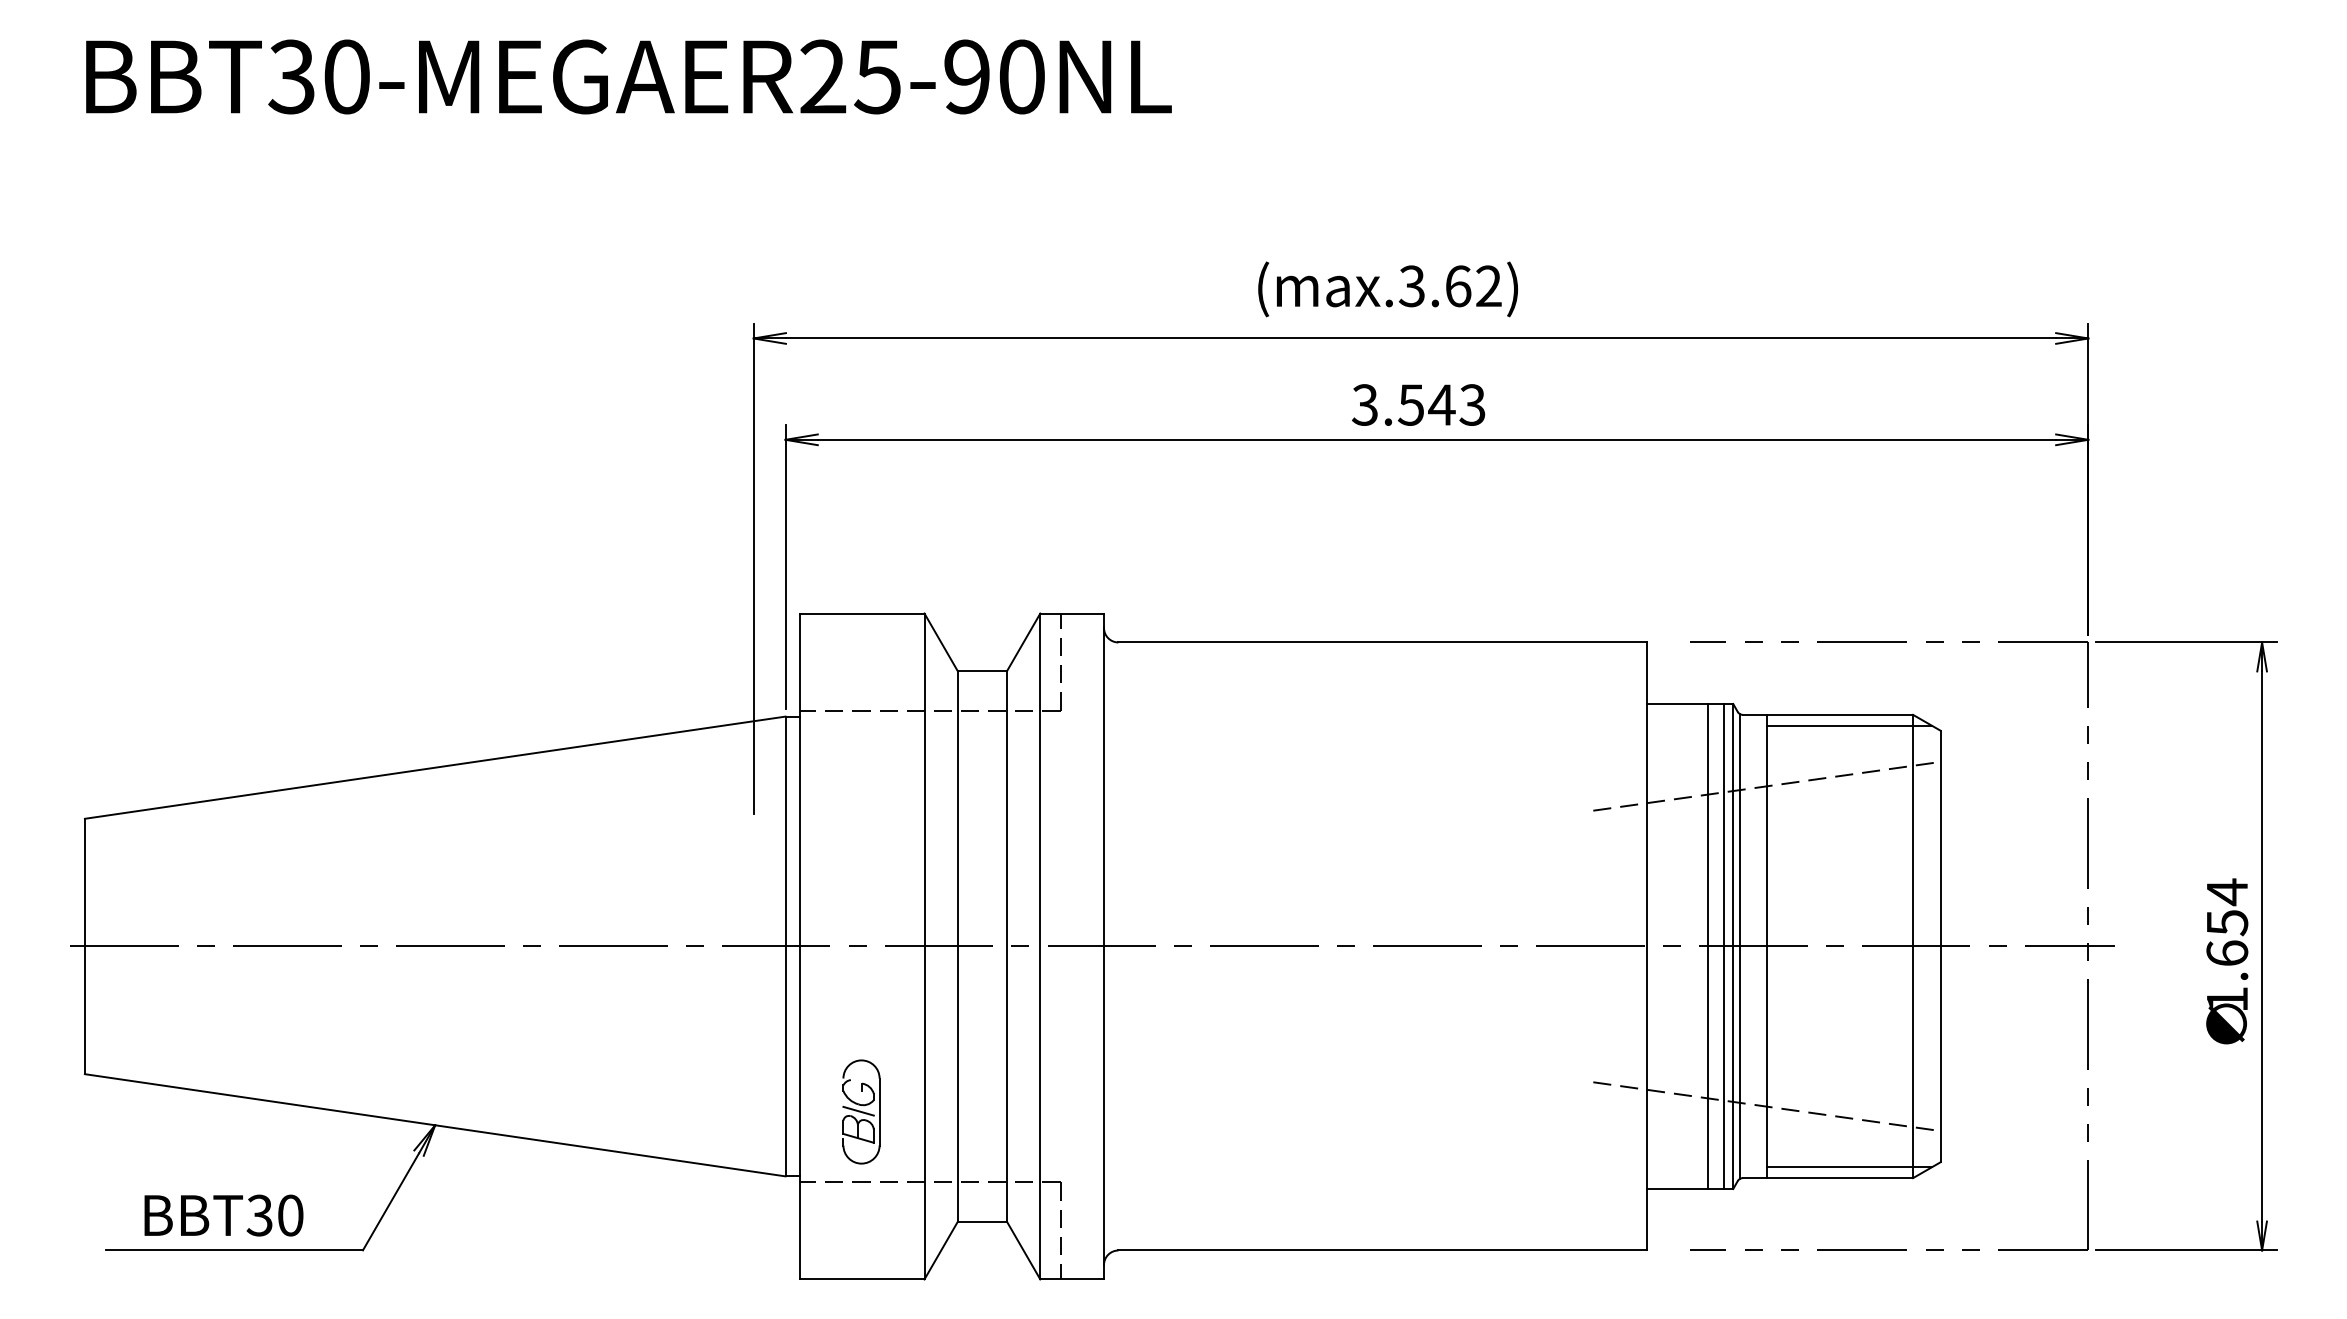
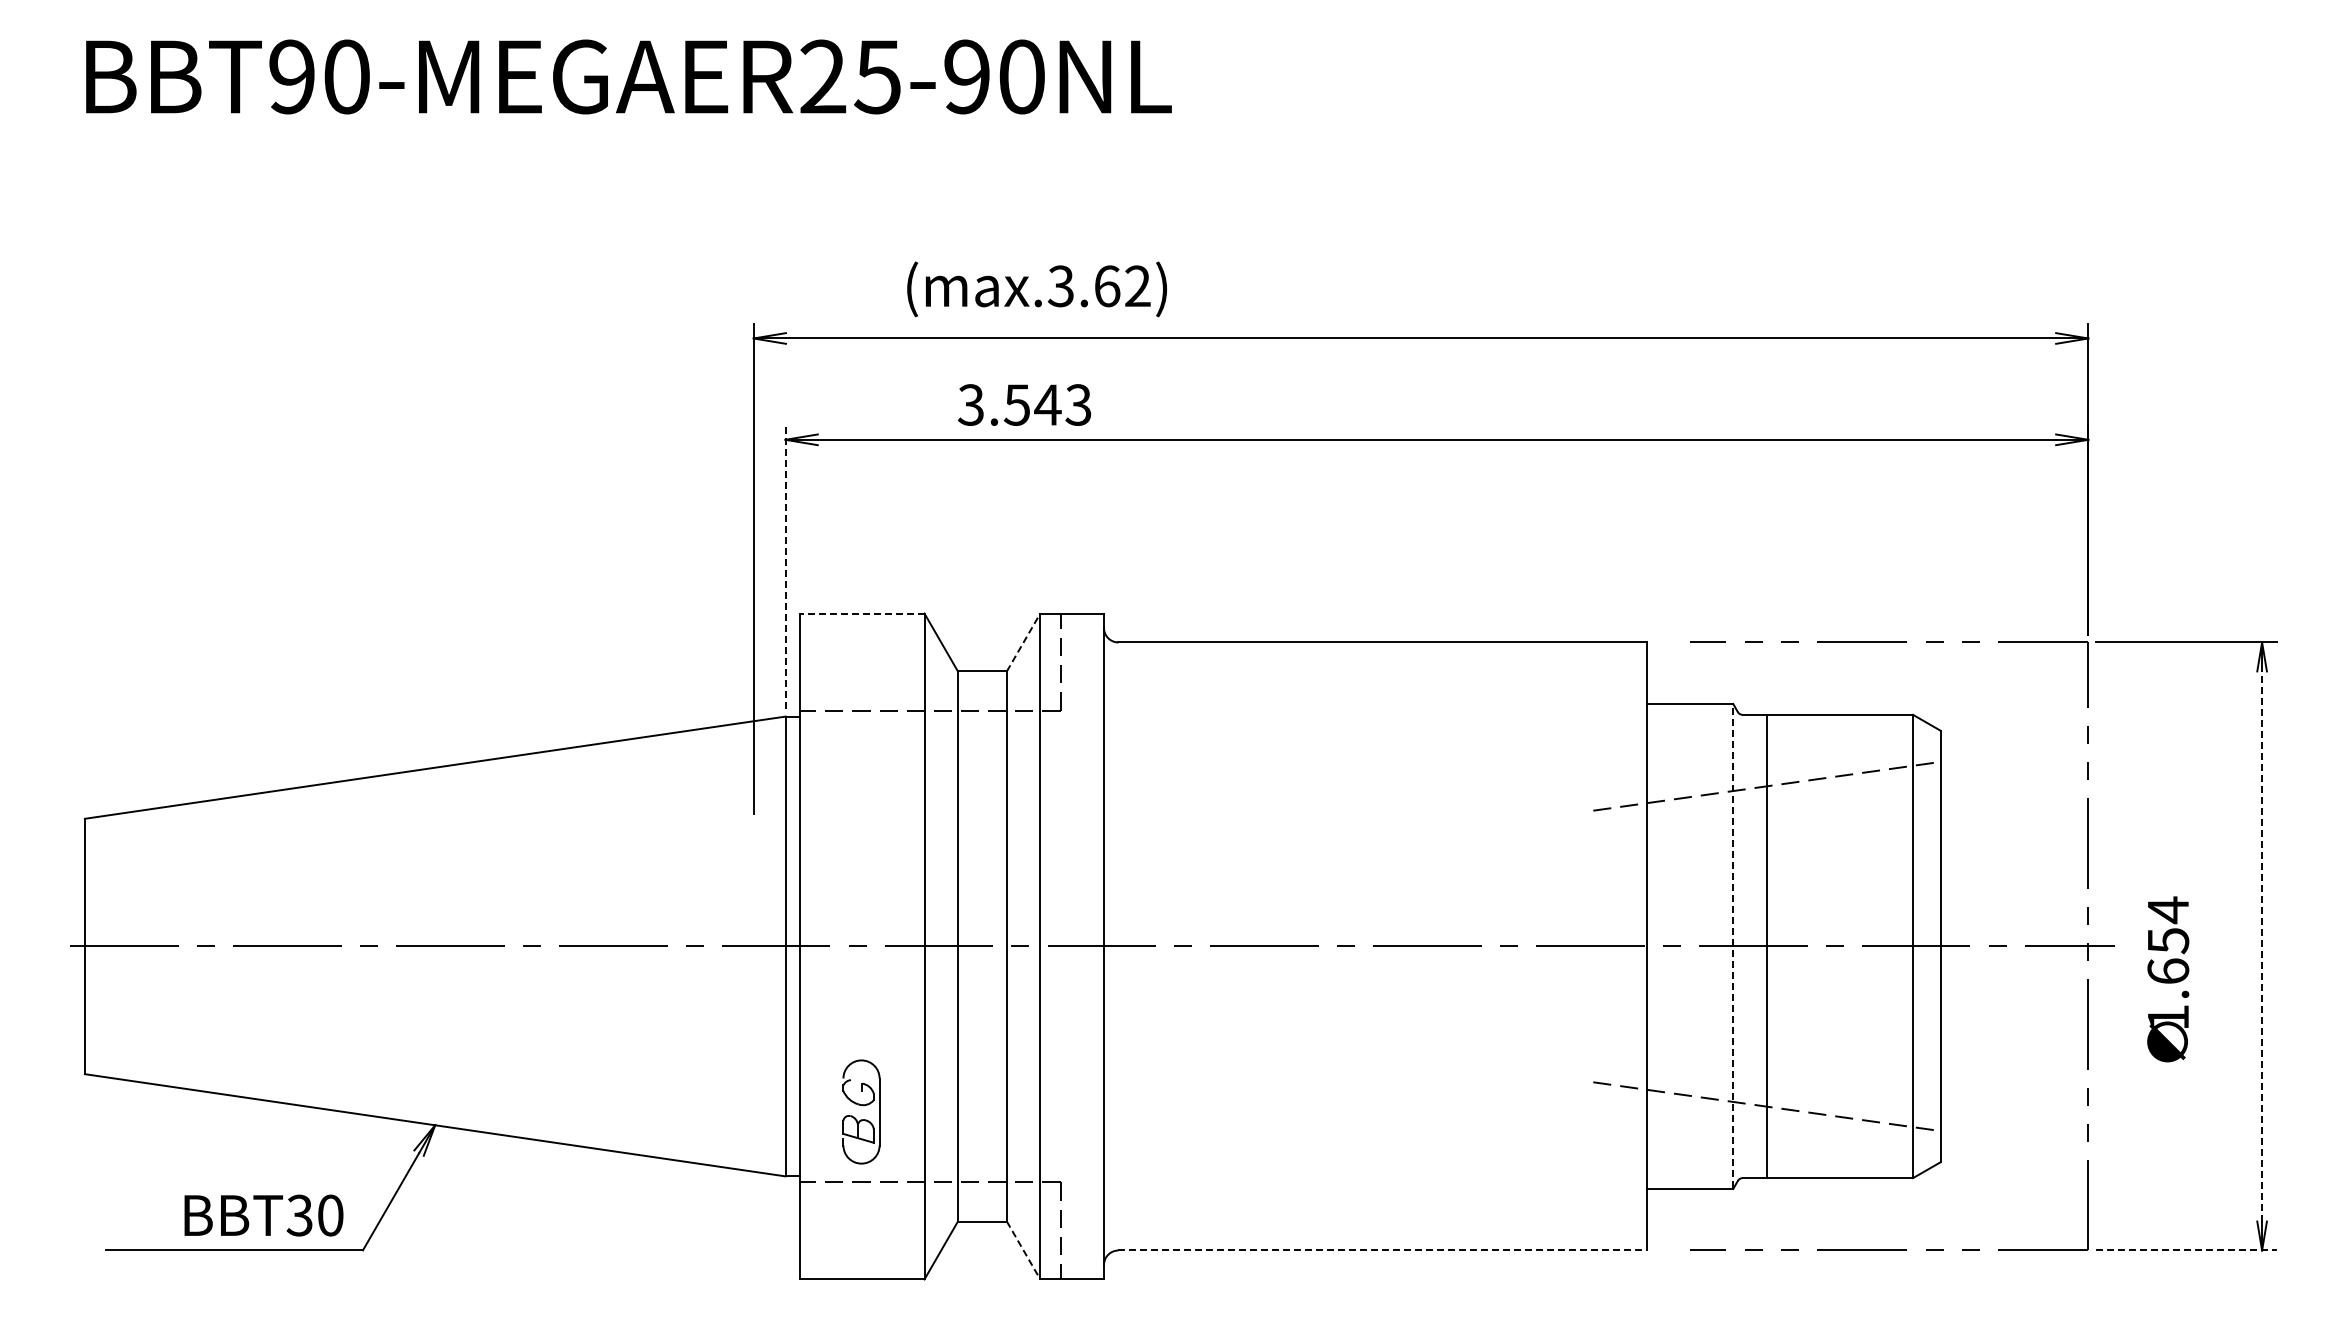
text at (291, 76): BBT30-MEGAER25-90NL -> BBT90-MEGAER25-90NL
text at (1387, 289) position: (1387, 289) -> (1036, 289)
text at (1418, 404) position: (1418, 404) -> (1024, 404)
line at (785, 566): solid -> dashed
line at (861, 613): solid -> dashed
line at (1023, 642): solid -> dashed
line at (1849, 725): present -> none
line at (1733, 945): solid -> dashed
line at (2262, 945): solid -> dashed
line at (1707, 946): present -> none
line at (1723, 946): present -> none
line at (1739, 946): present -> none
text at (2227, 961) position: (2227, 961) -> (2168, 979)
line at (858, 1110): present -> none
line at (1849, 1167): present -> none
text at (223, 1215) position: (223, 1215) -> (263, 1215)
line at (1023, 1250): solid -> dashed
line at (1383, 1250): solid -> dashed
line at (2186, 1250): solid -> dashed
